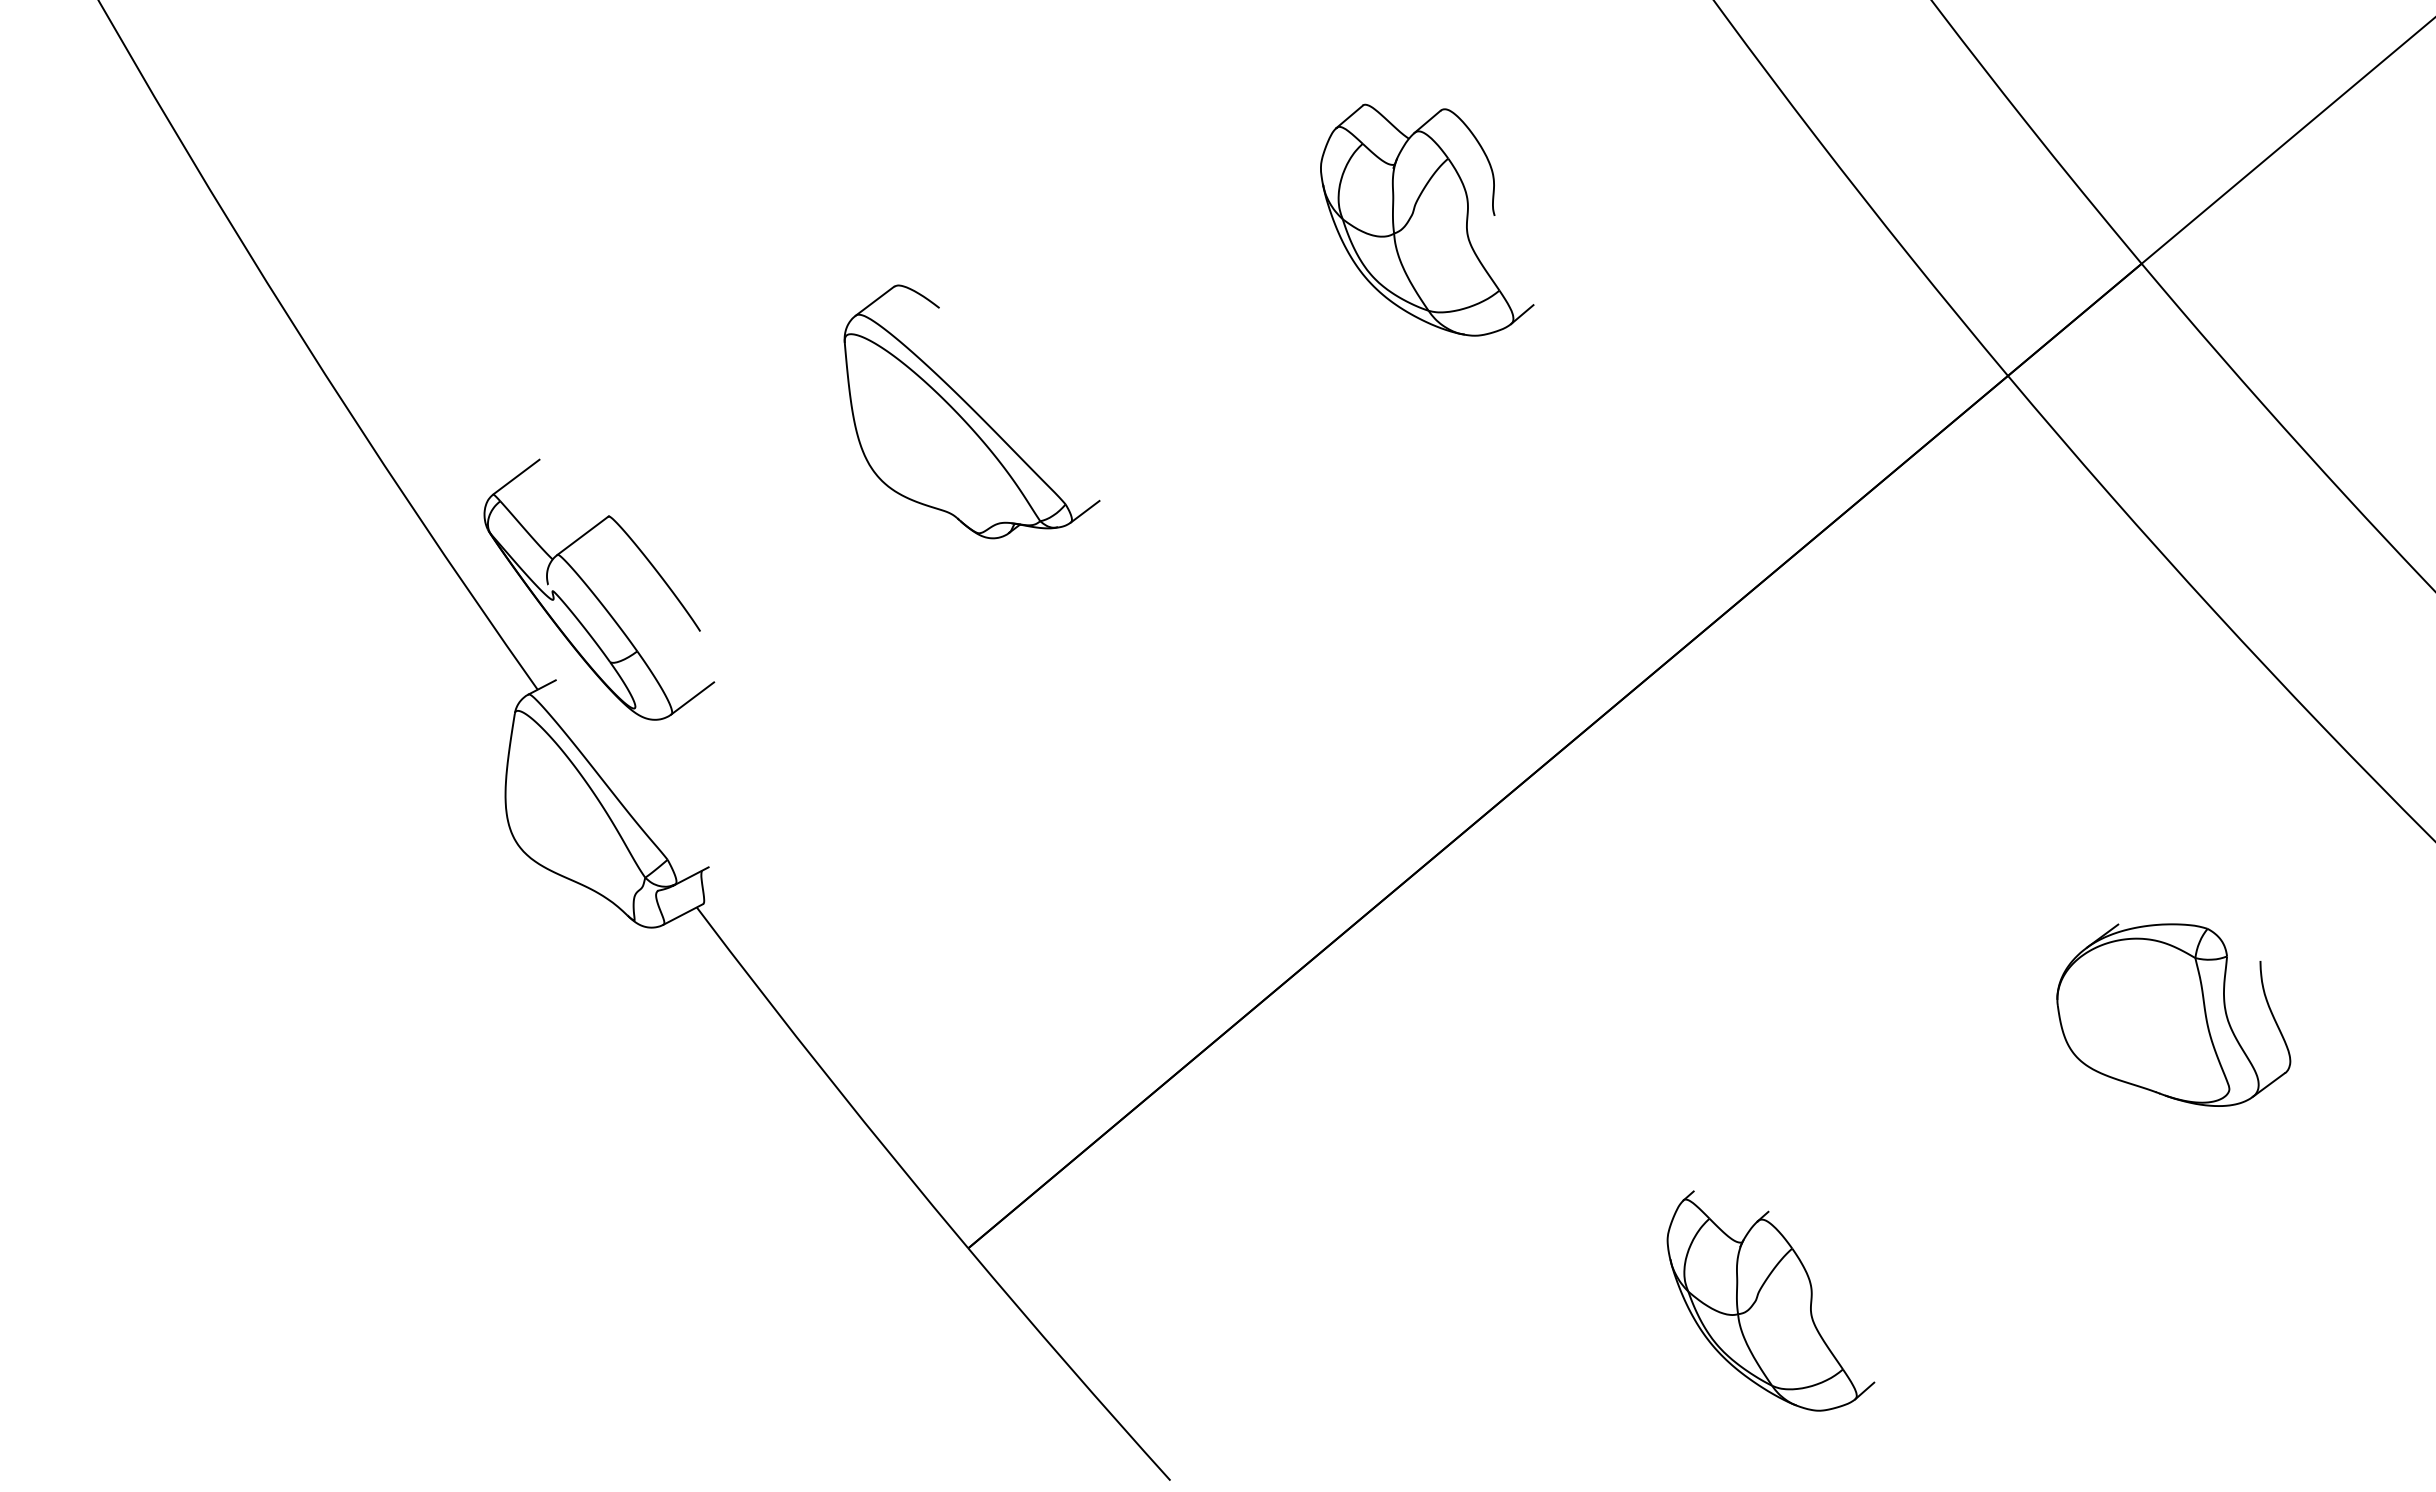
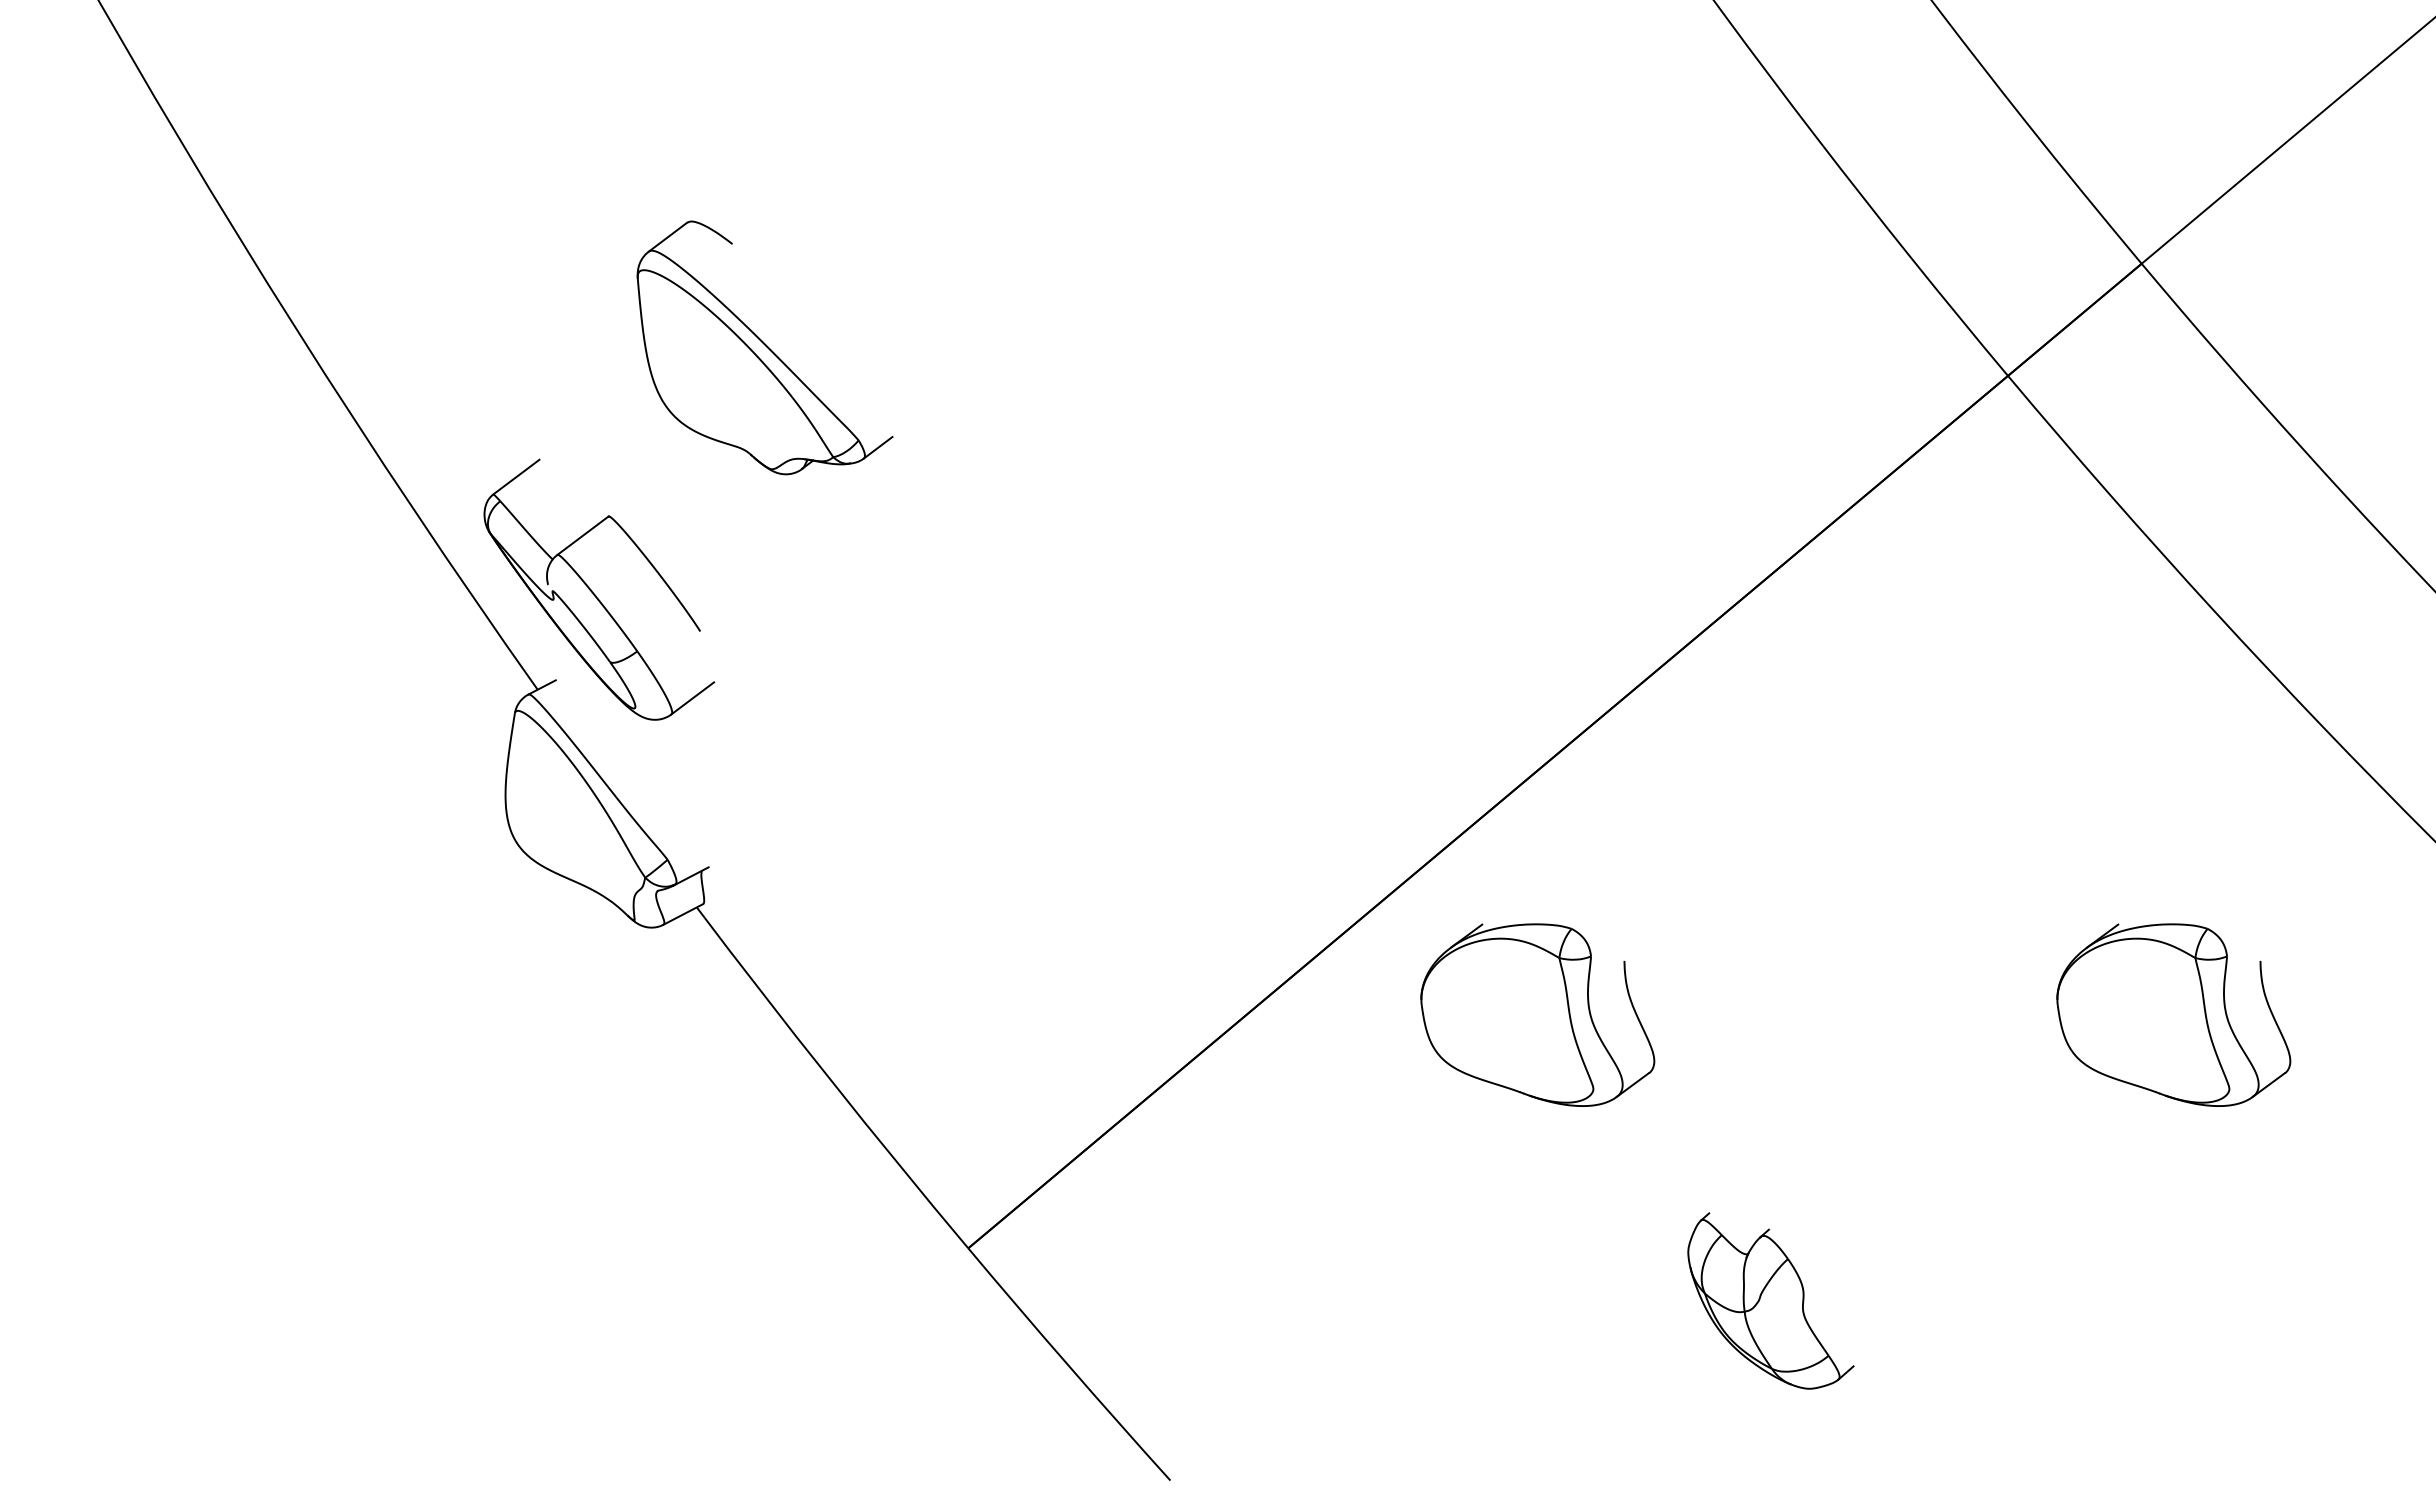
part at (1427, 219): present -> none
part at (971, 411) position: (971, 411) -> (764, 347)
part at (1537, 1014): none -> present
part at (1770, 1300) size: 210x222 px -> 168x178 px
